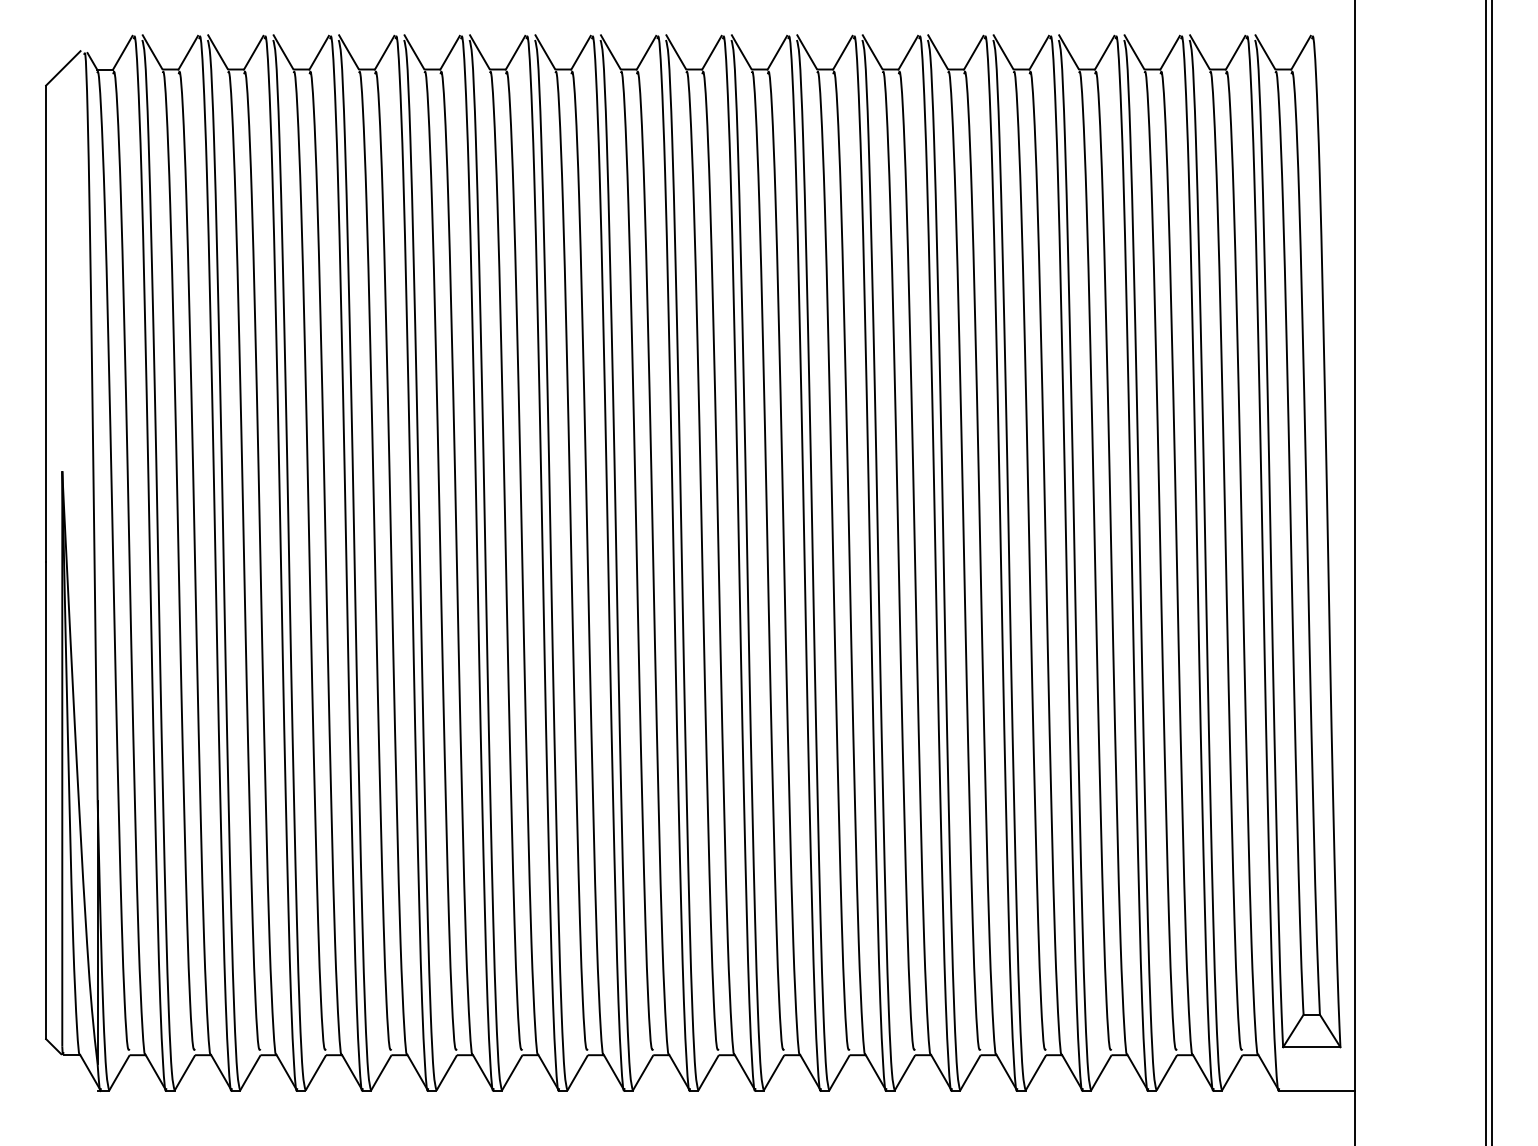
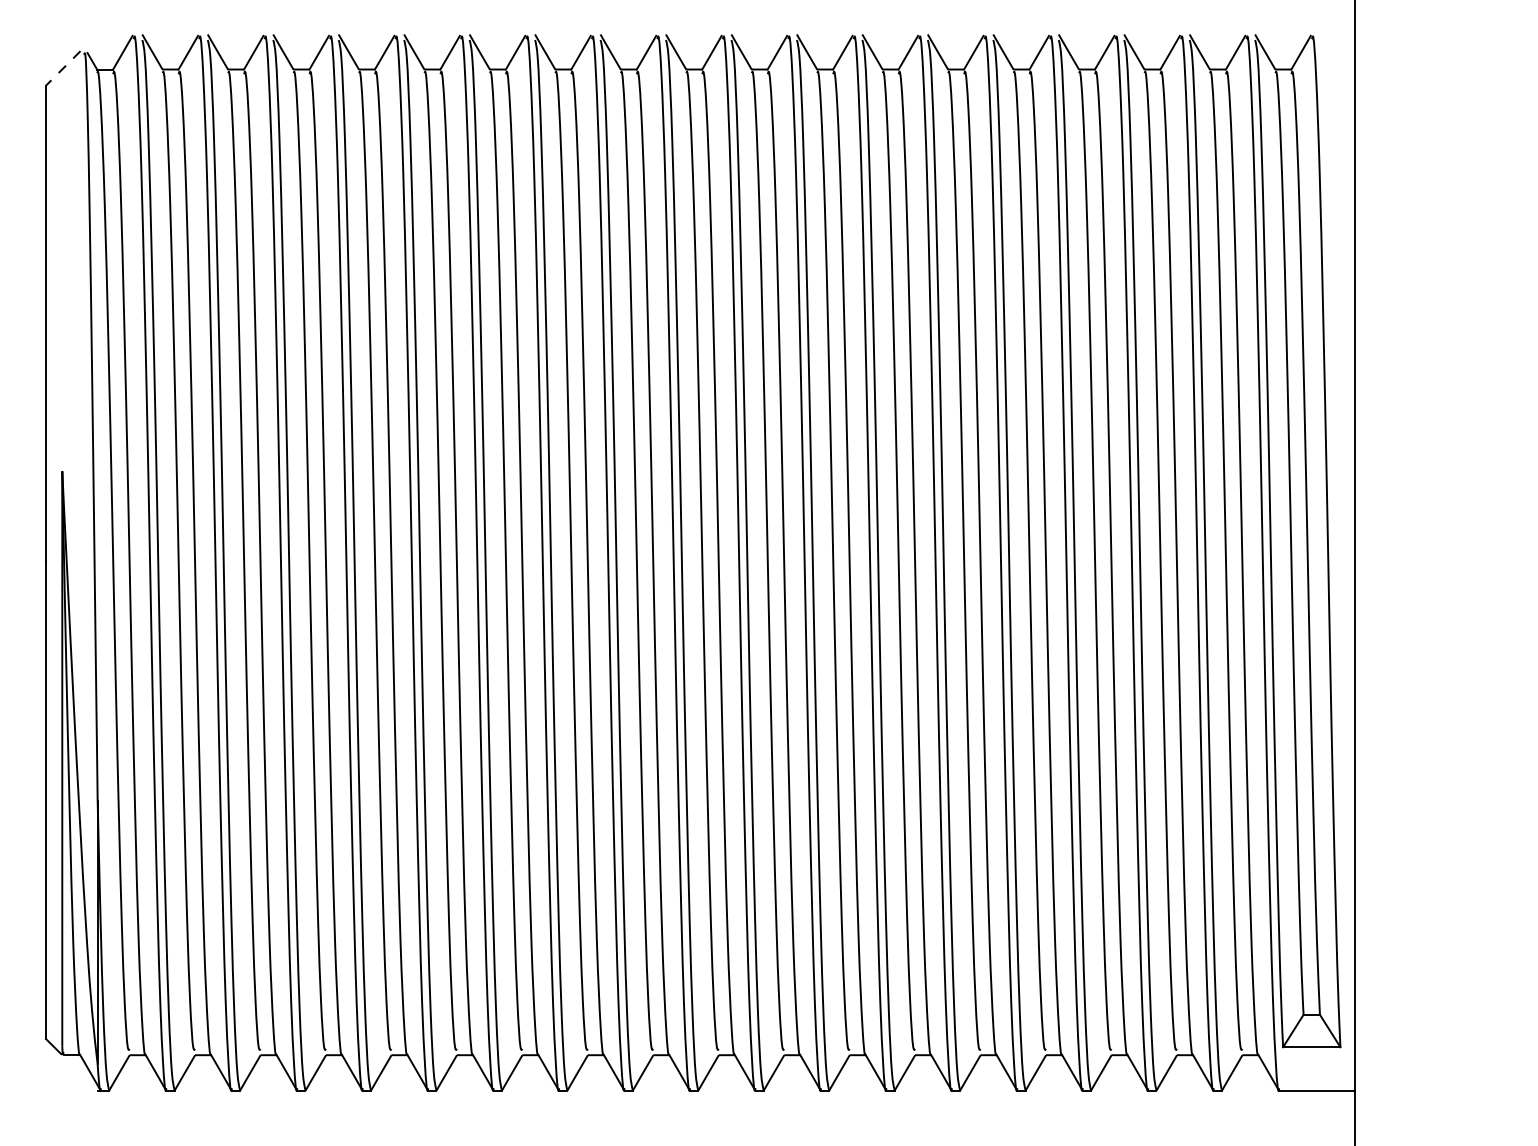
line at (62, 68): solid -> dashed
line at (1486, 572): present -> none
line at (1491, 572): present -> none
